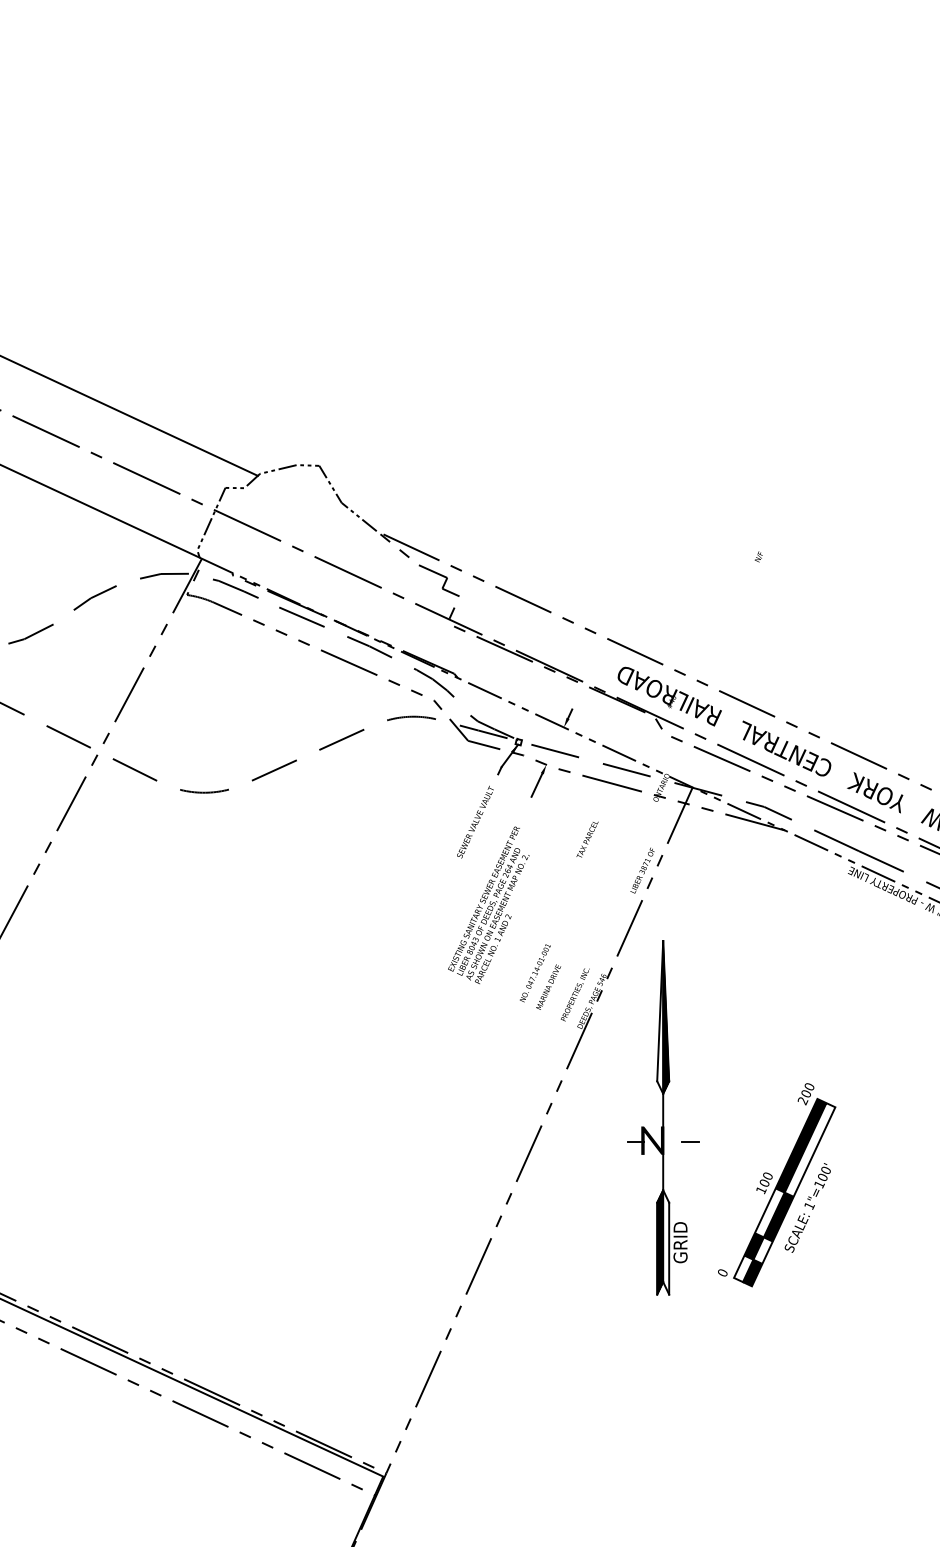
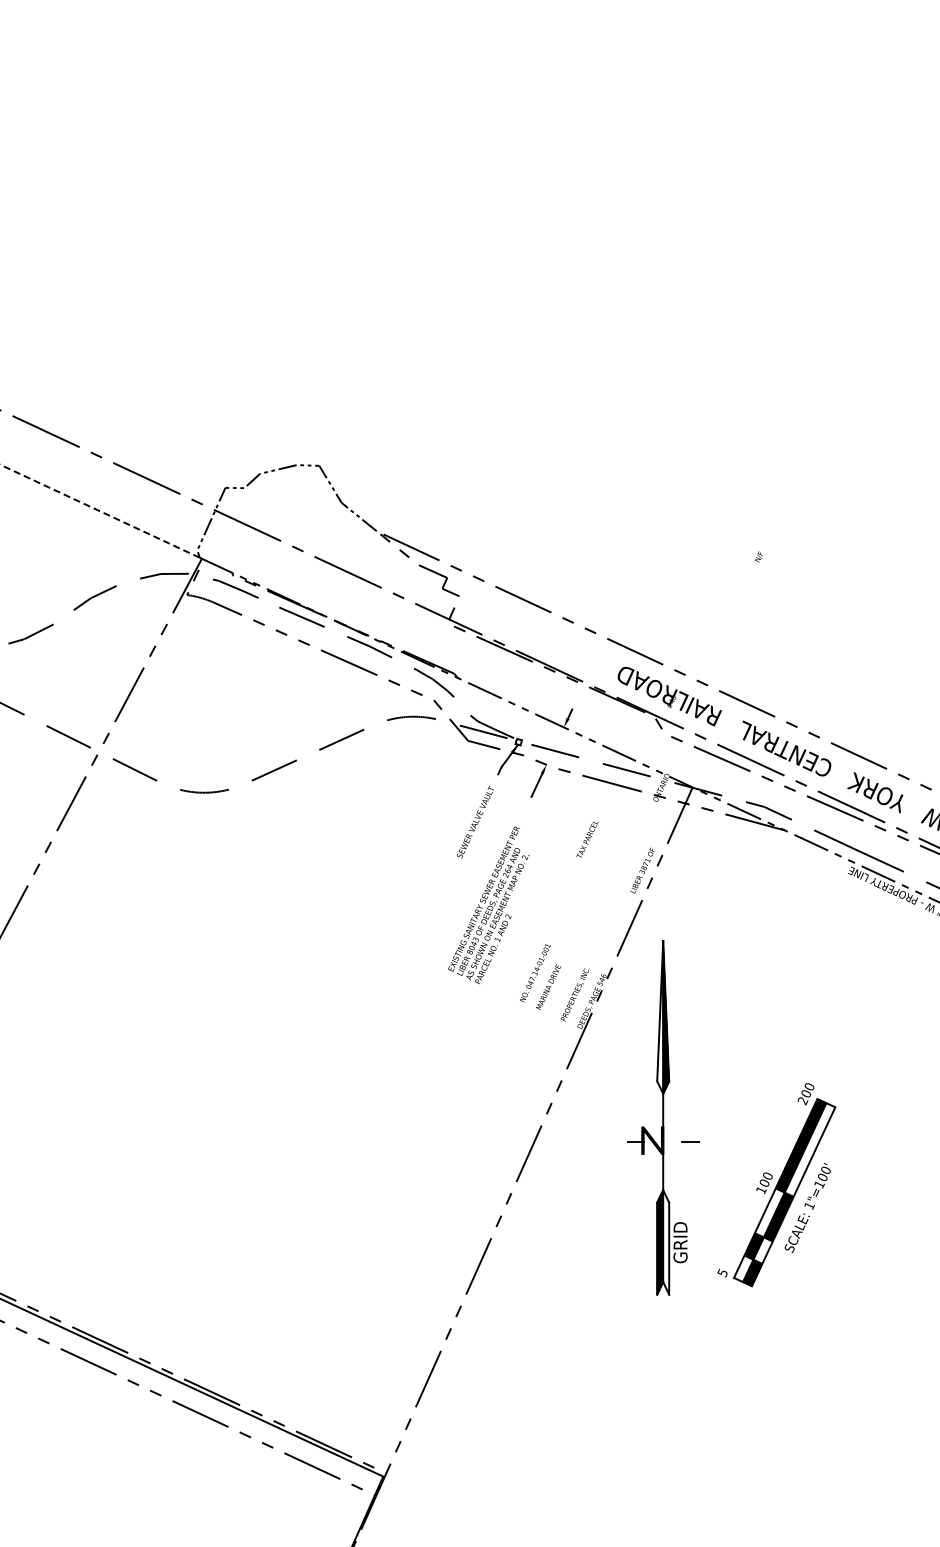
line at (129, 415): present -> none
line at (100, 511): solid -> dashed
text at (721, 1273): 0 -> 5
